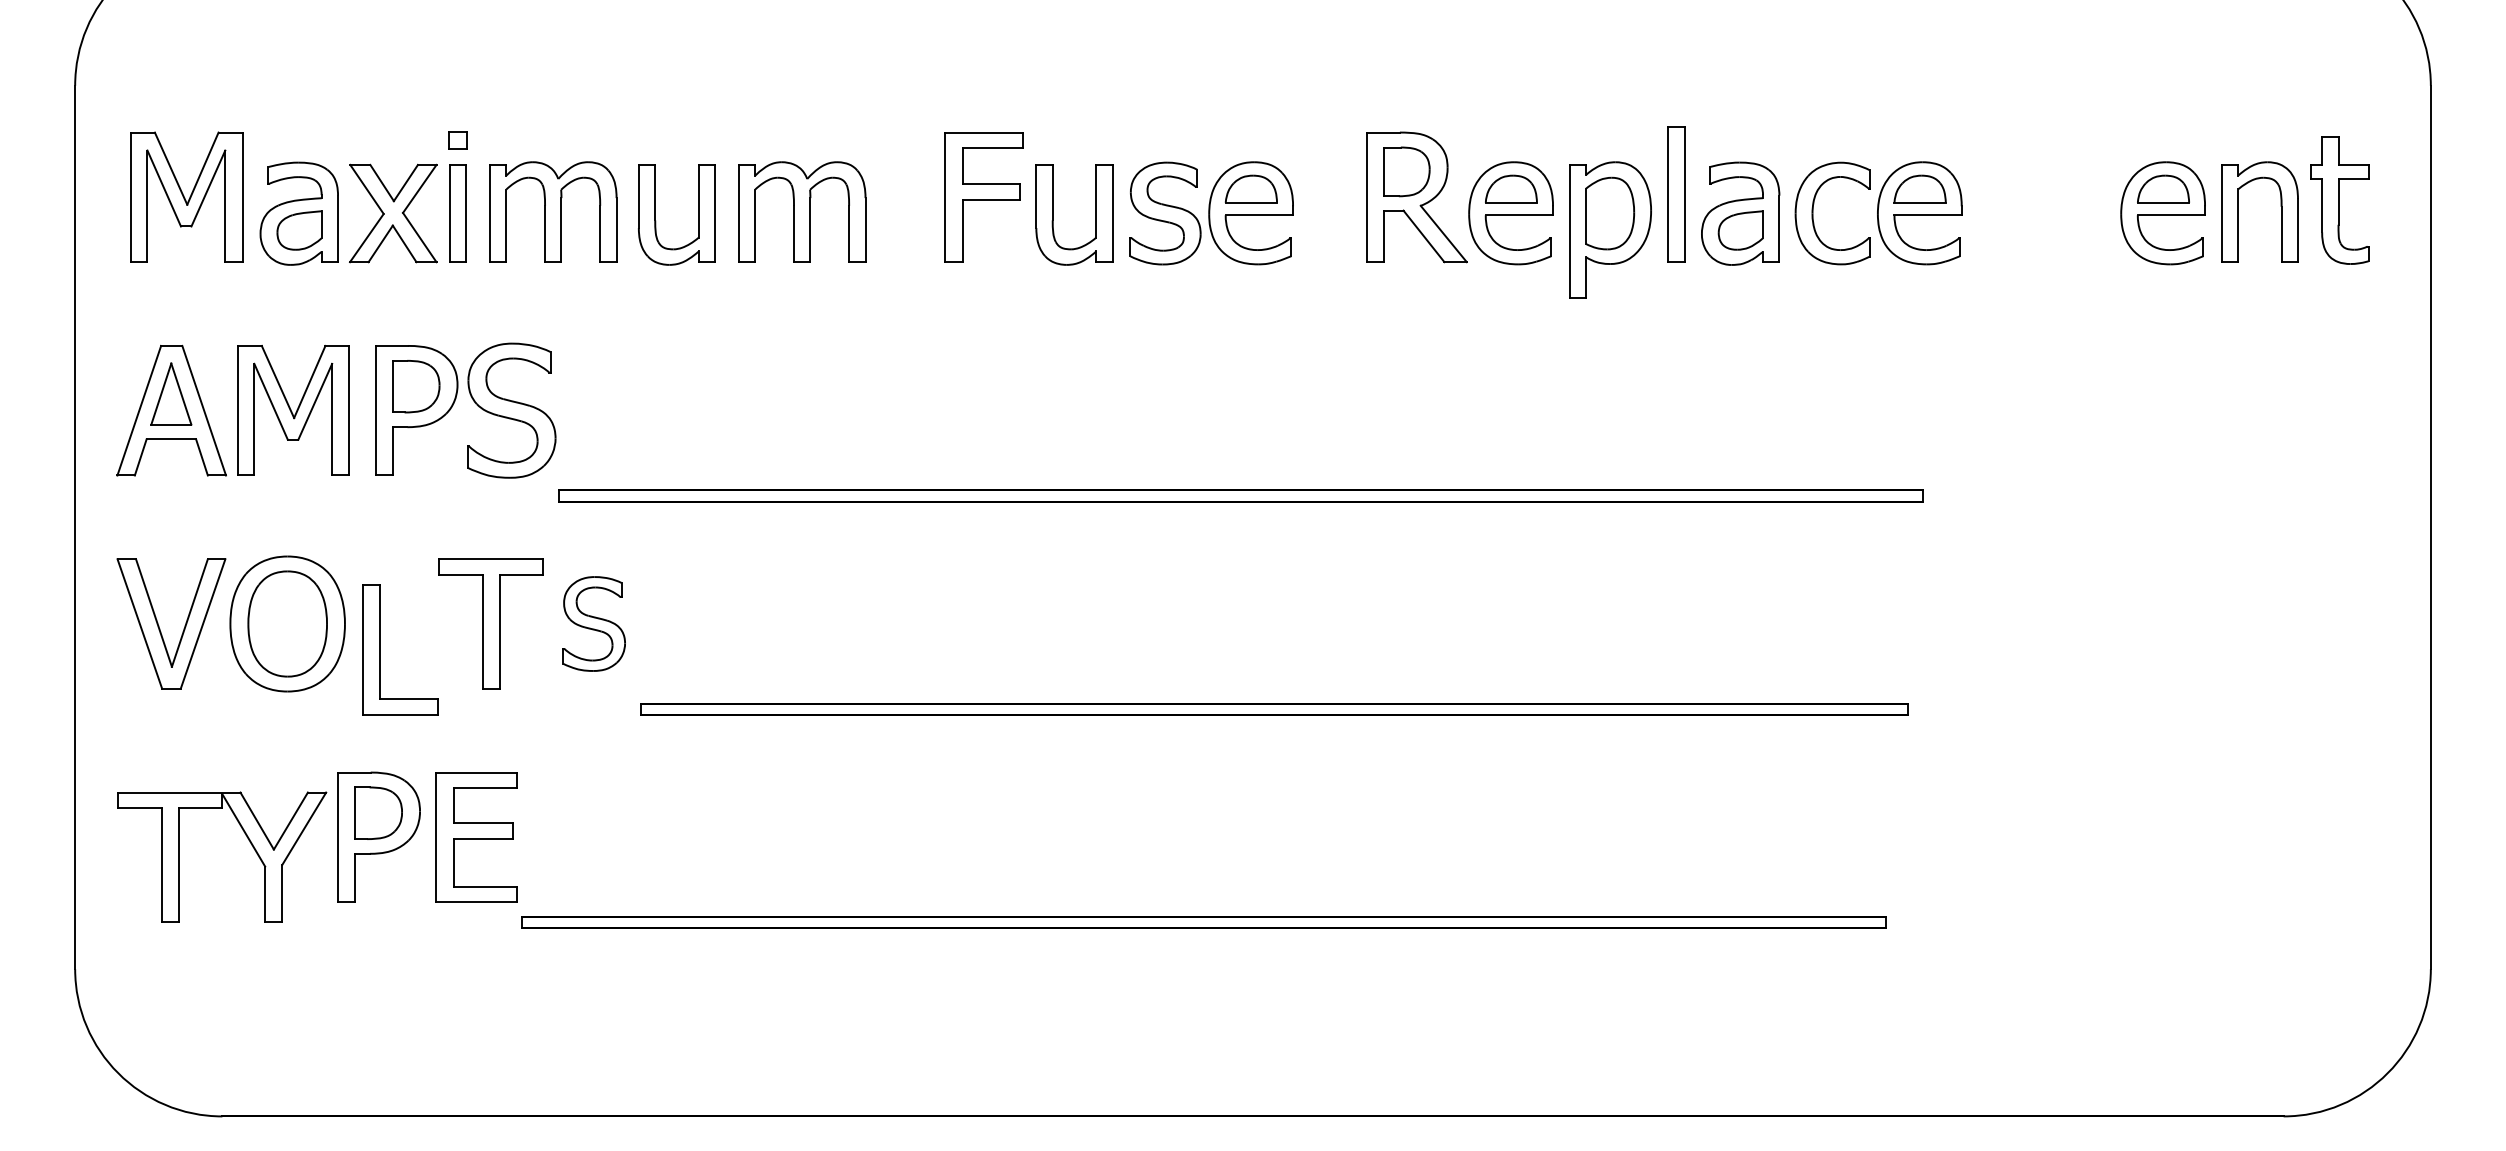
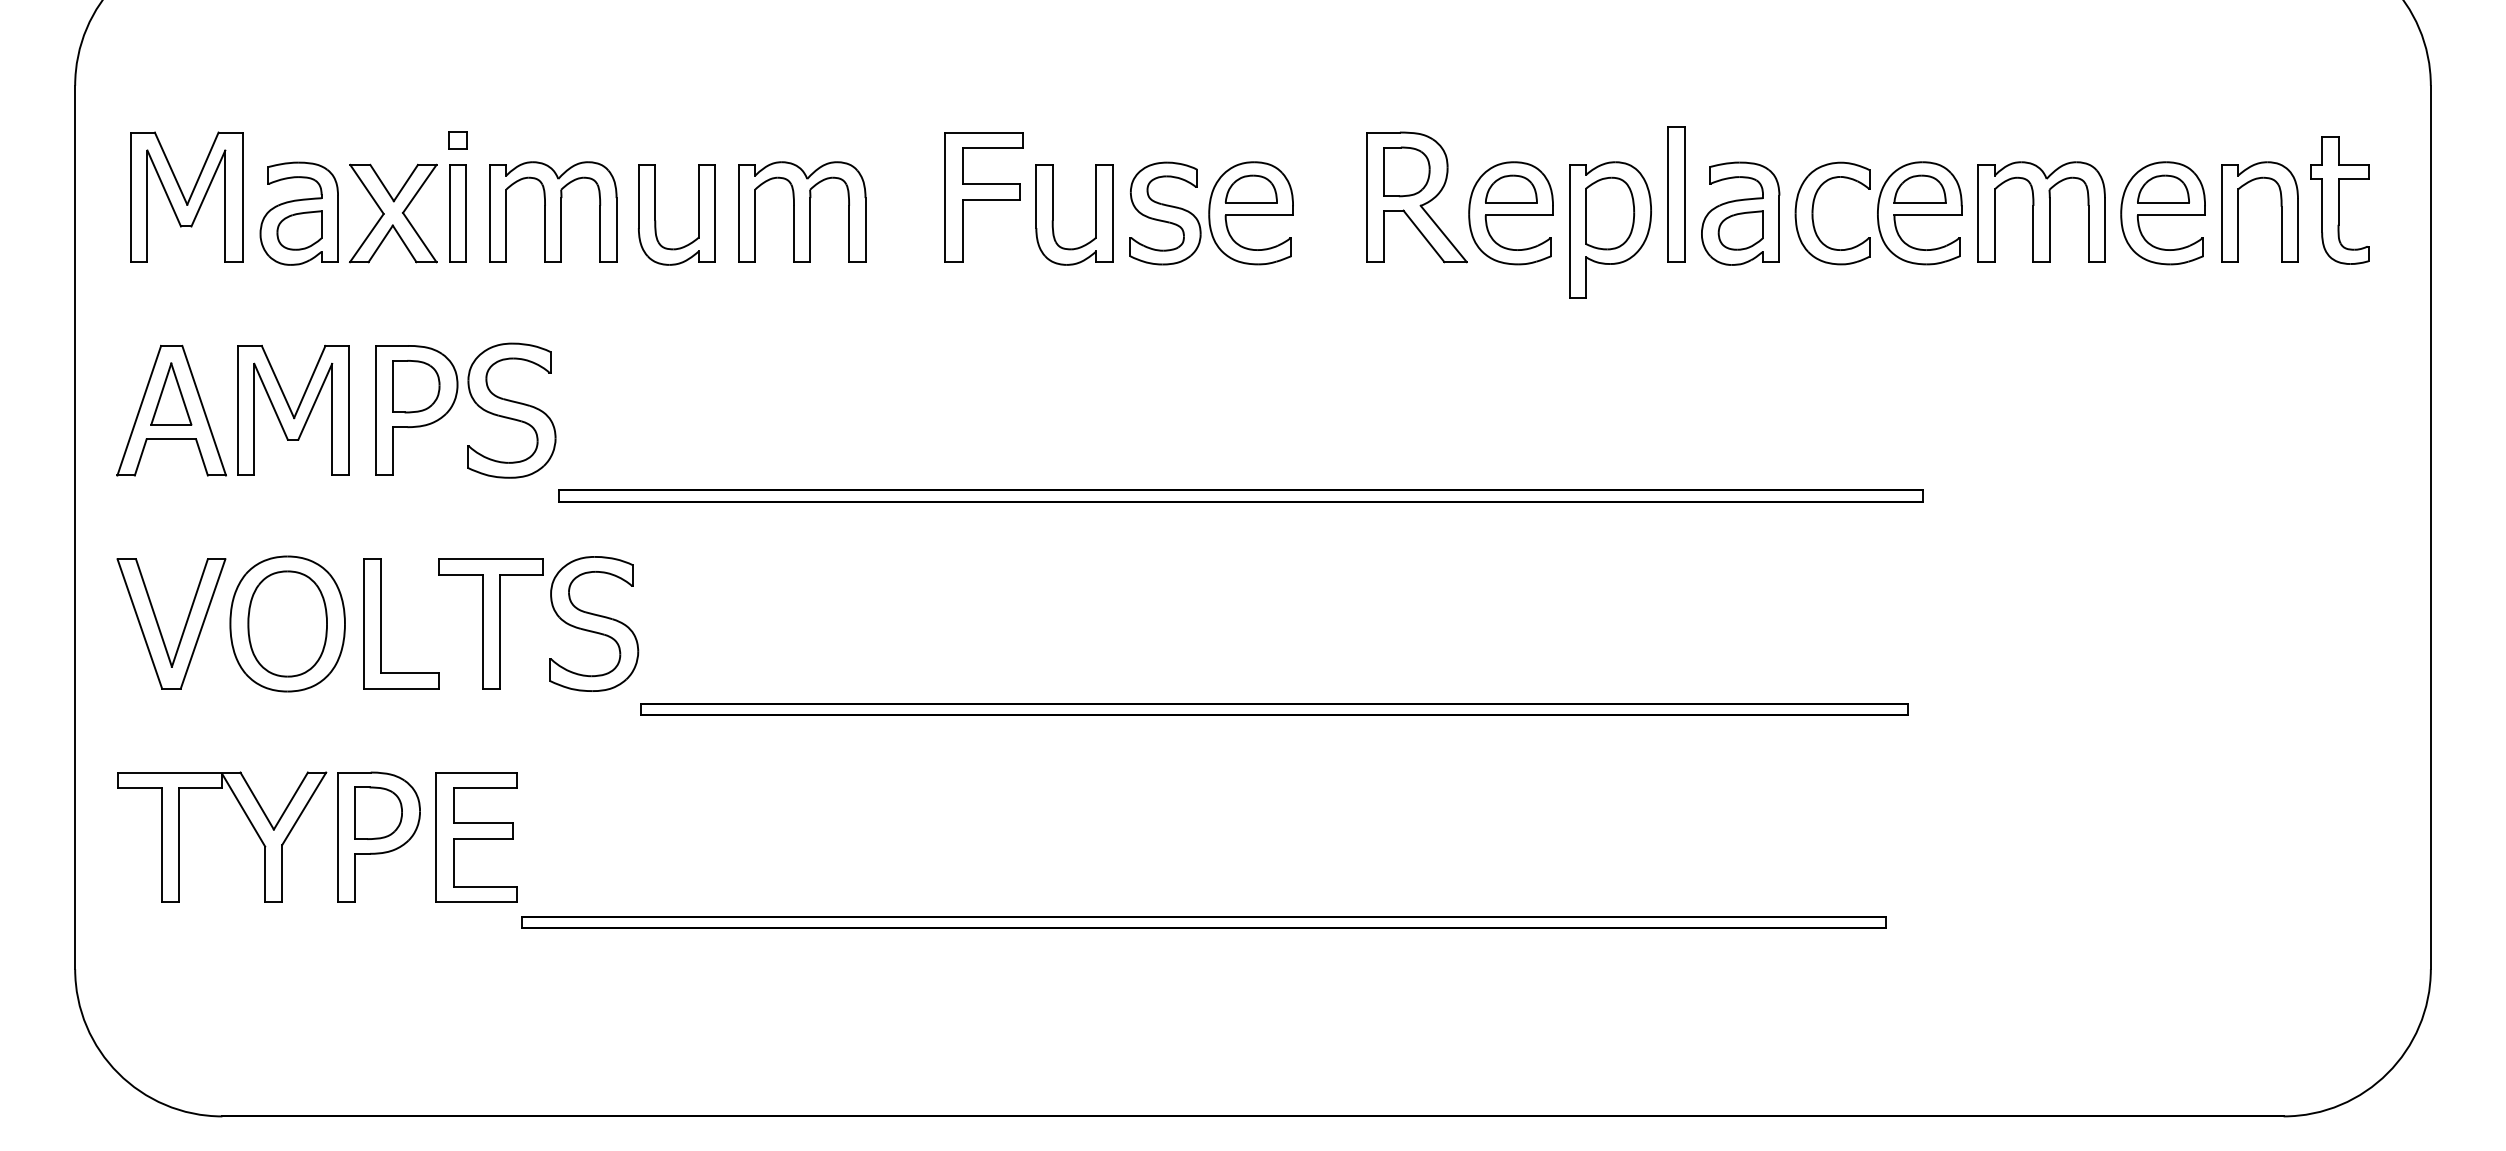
part at (2041, 211): none -> present
part at (593, 623) size: 64x96 px -> 91x136 px
part at (380, 649) position: (380, 649) -> (381, 623)
part at (249, 842) position: (249, 842) -> (249, 822)
